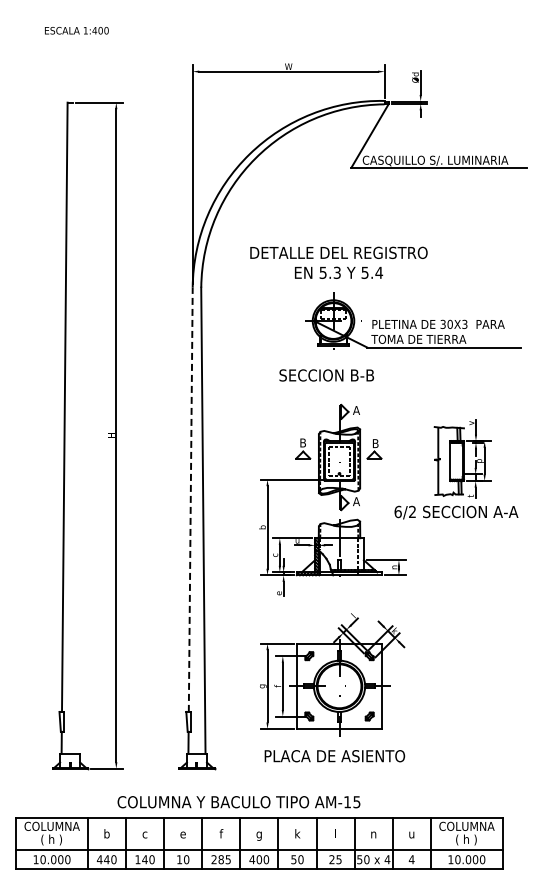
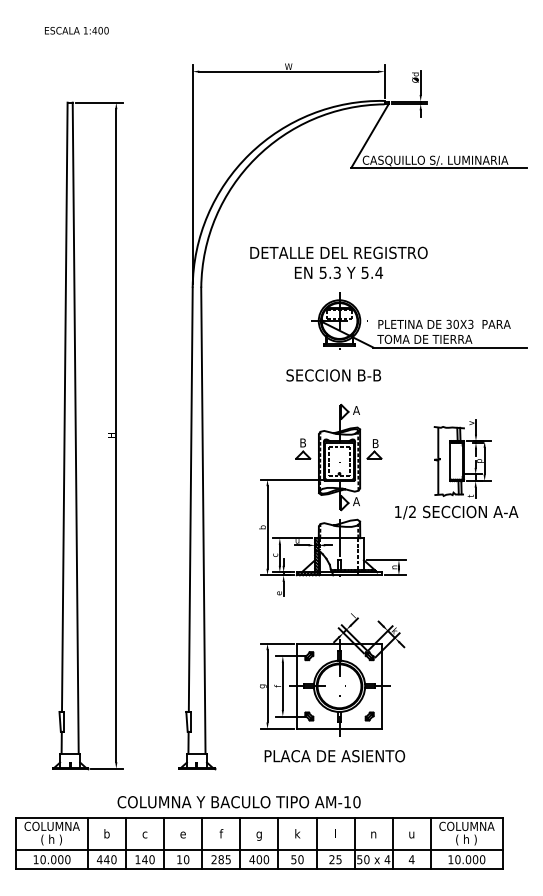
part at (413, 320) position: (413, 320) -> (419, 320)
text at (326, 375) position: (326, 375) -> (333, 375)
line at (75, 427): none -> present
line at (190, 499): dashed -> solid
text at (397, 511): 6/2 -> 1/2
text at (356, 802): AM-15 -> AM-10
